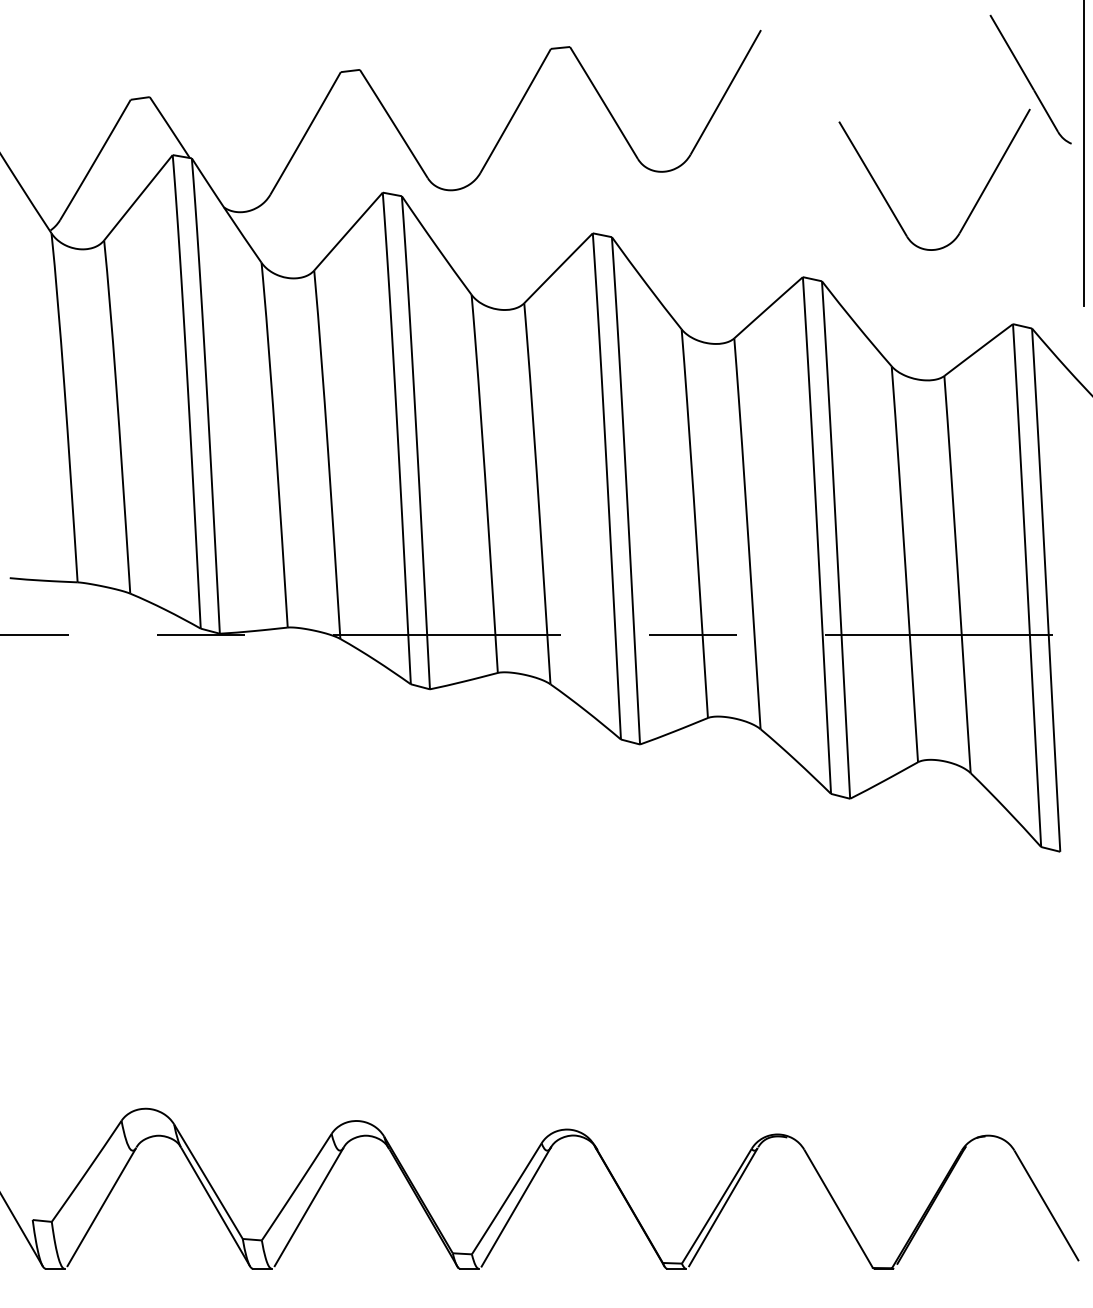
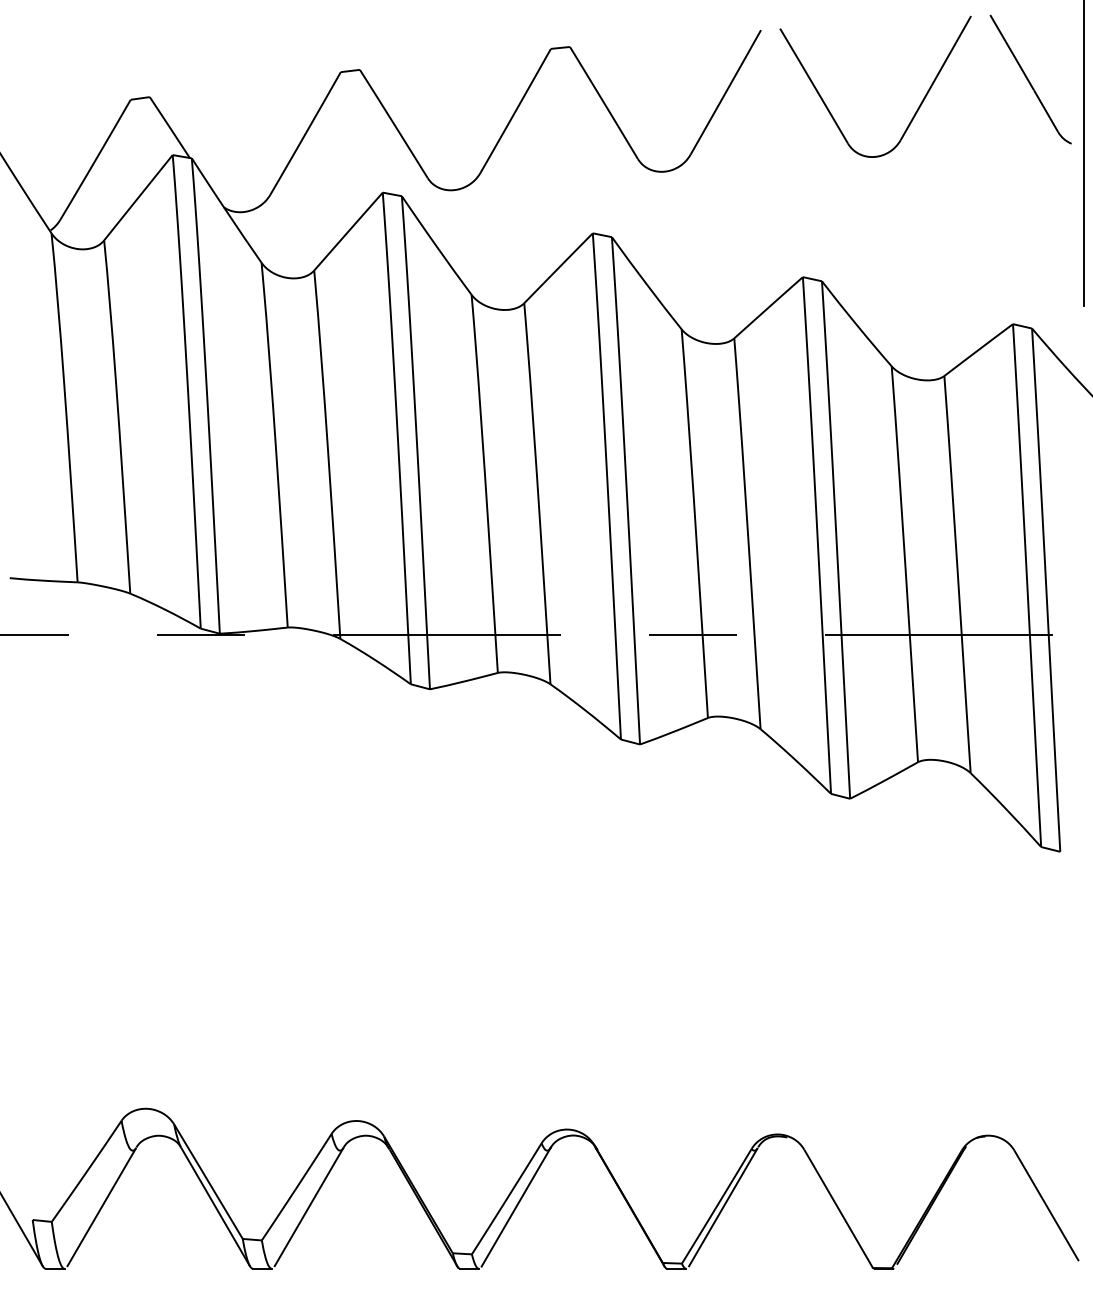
part at (976, 201) position: (976, 201) -> (917, 108)
